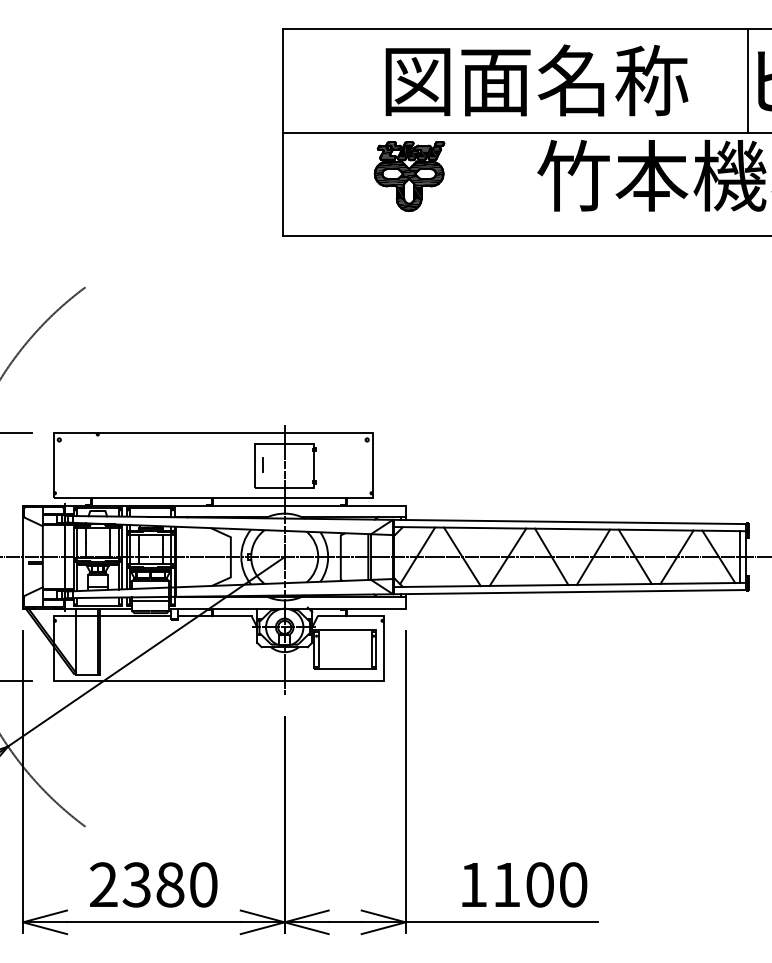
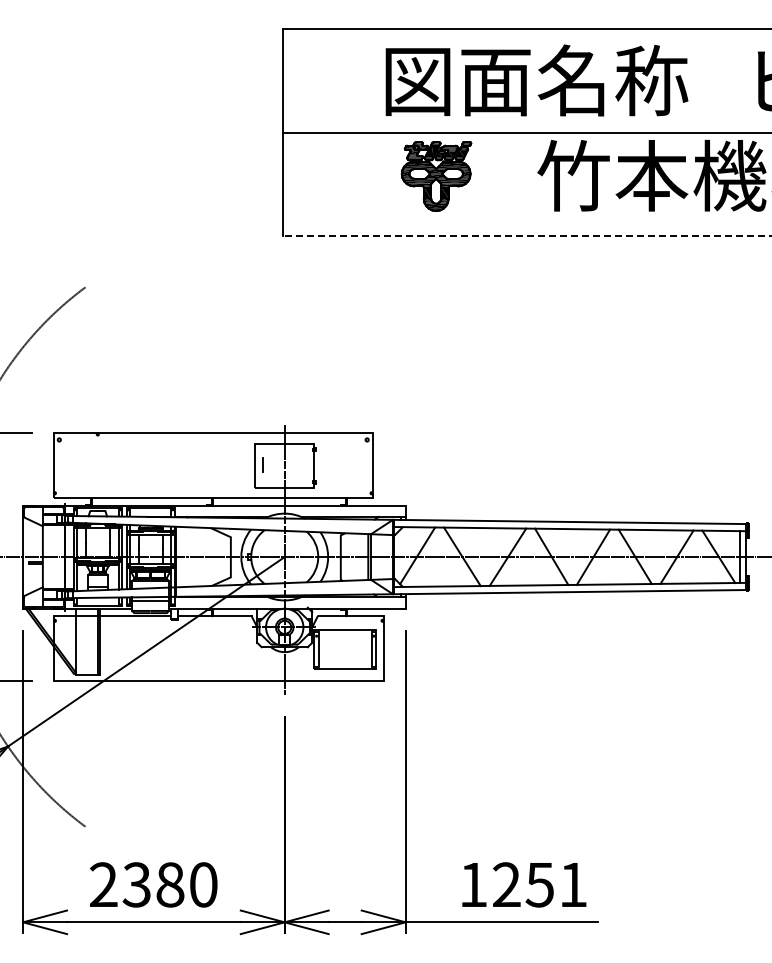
line at (748, 80): present -> none
part at (409, 176) position: (409, 176) -> (436, 176)
line at (526, 236): solid -> dashed
text at (540, 884): 1100 -> 1251
